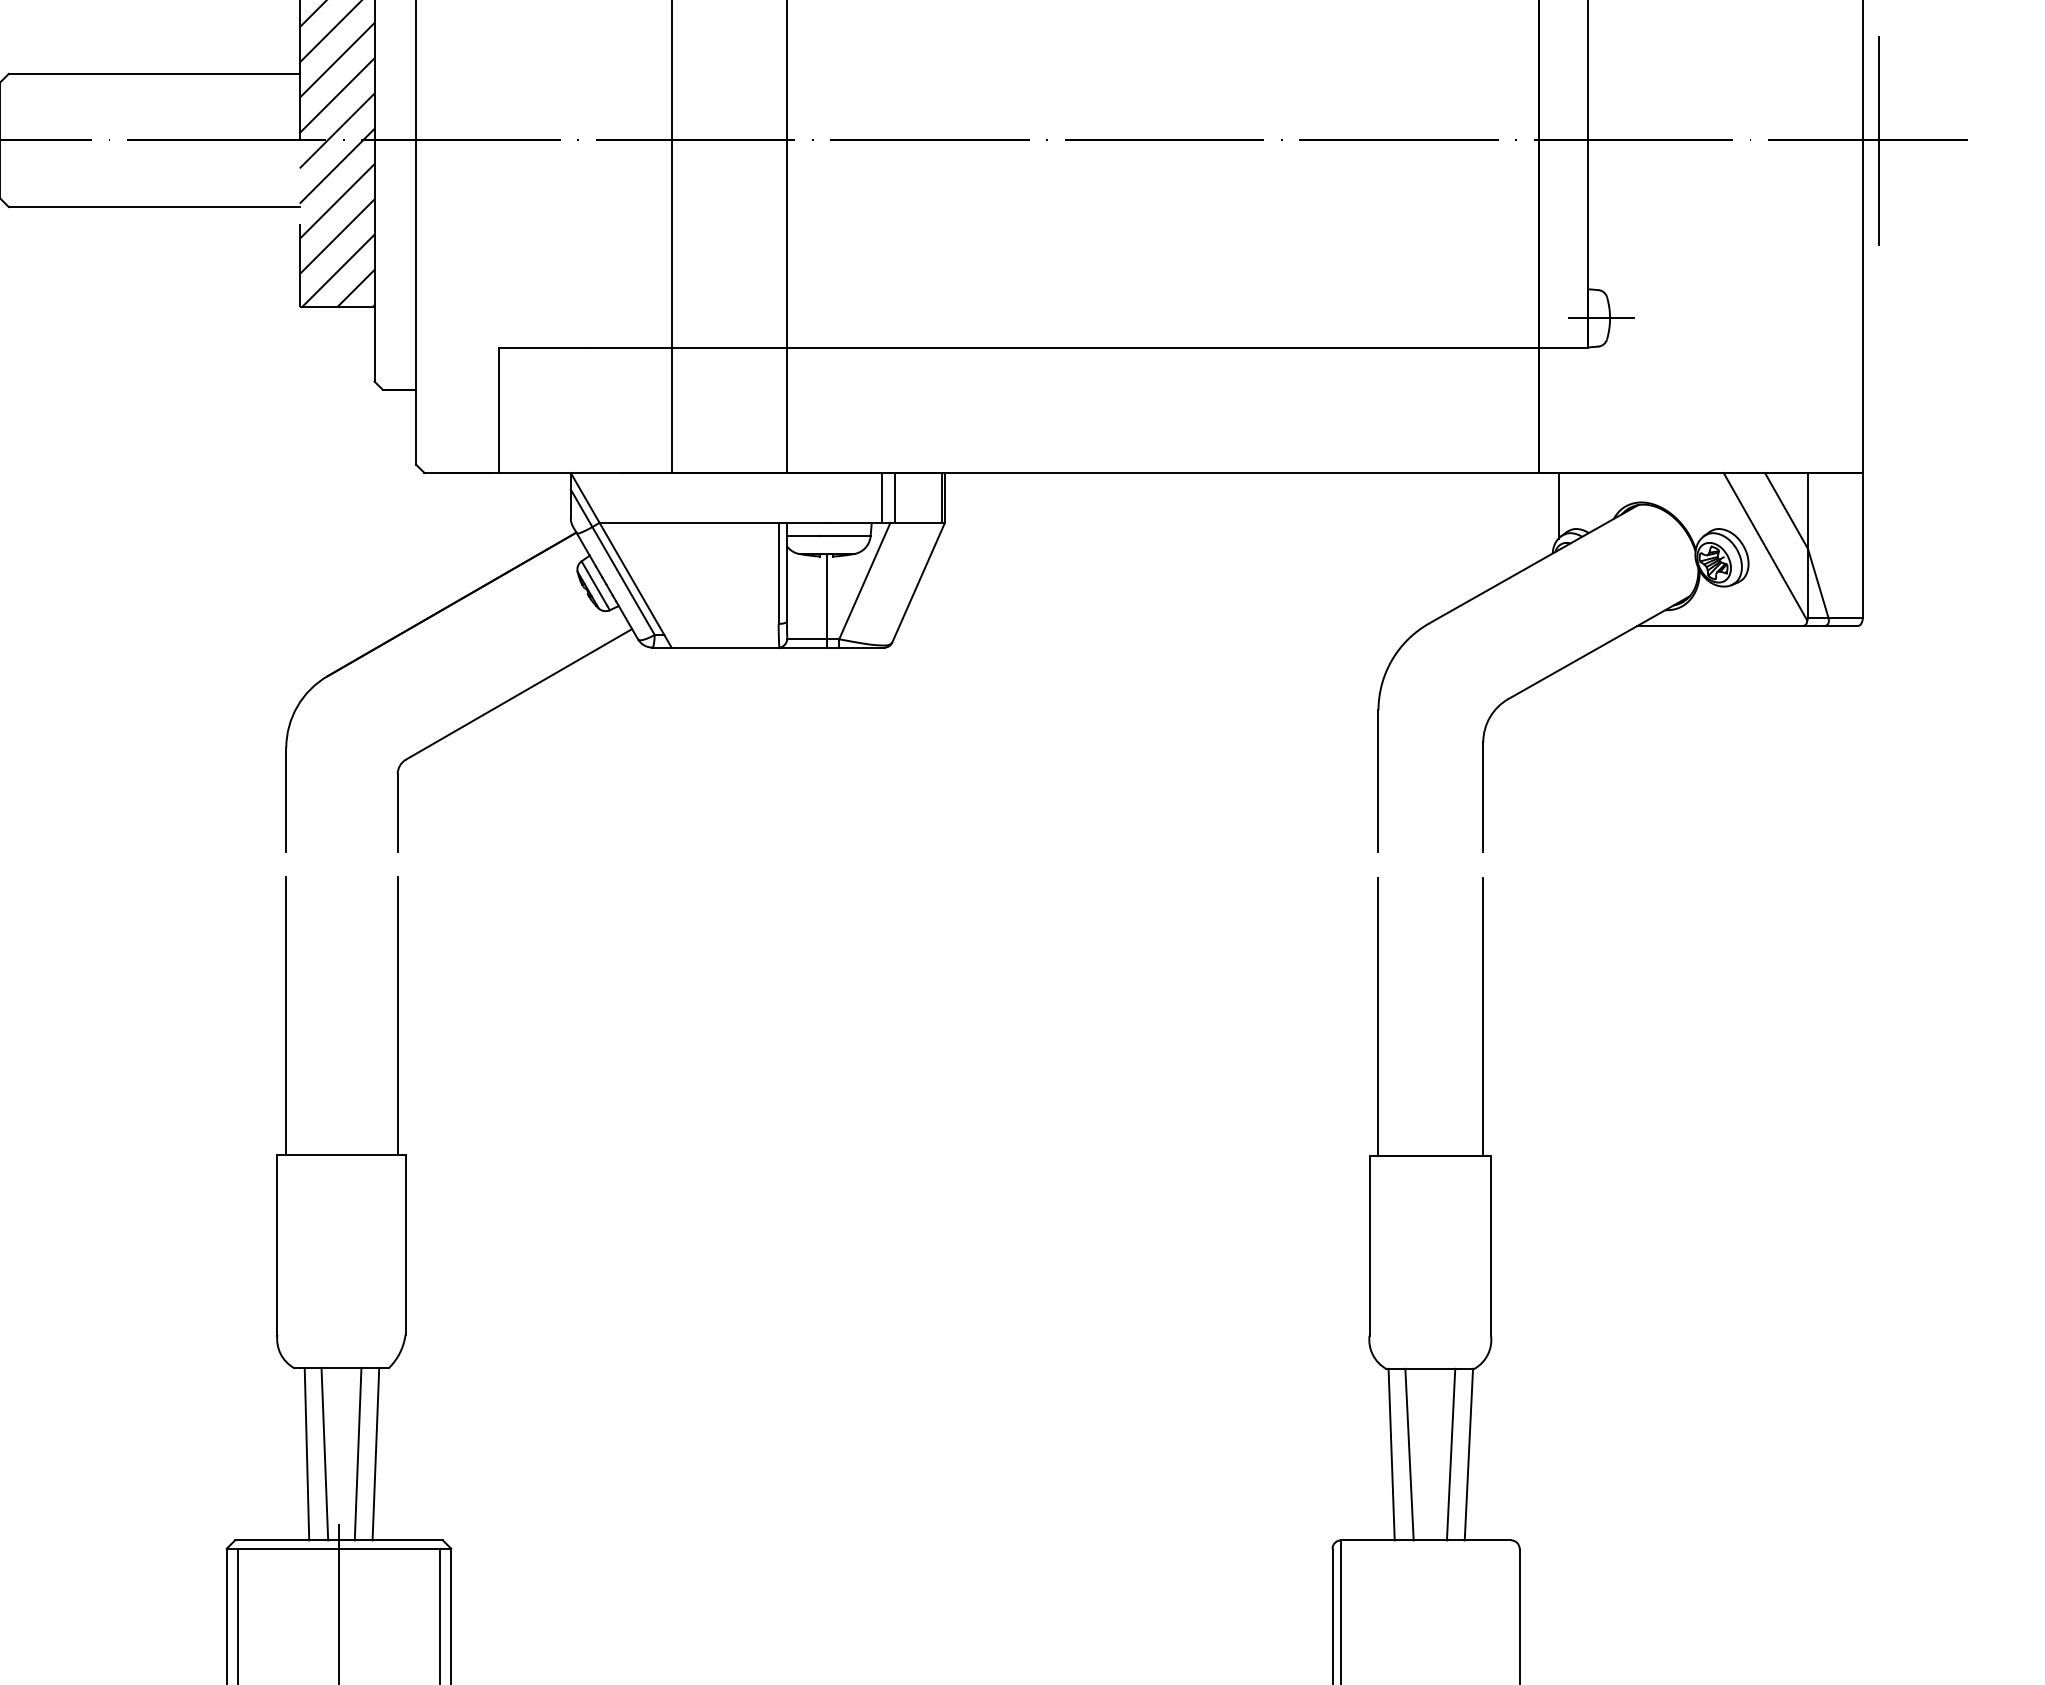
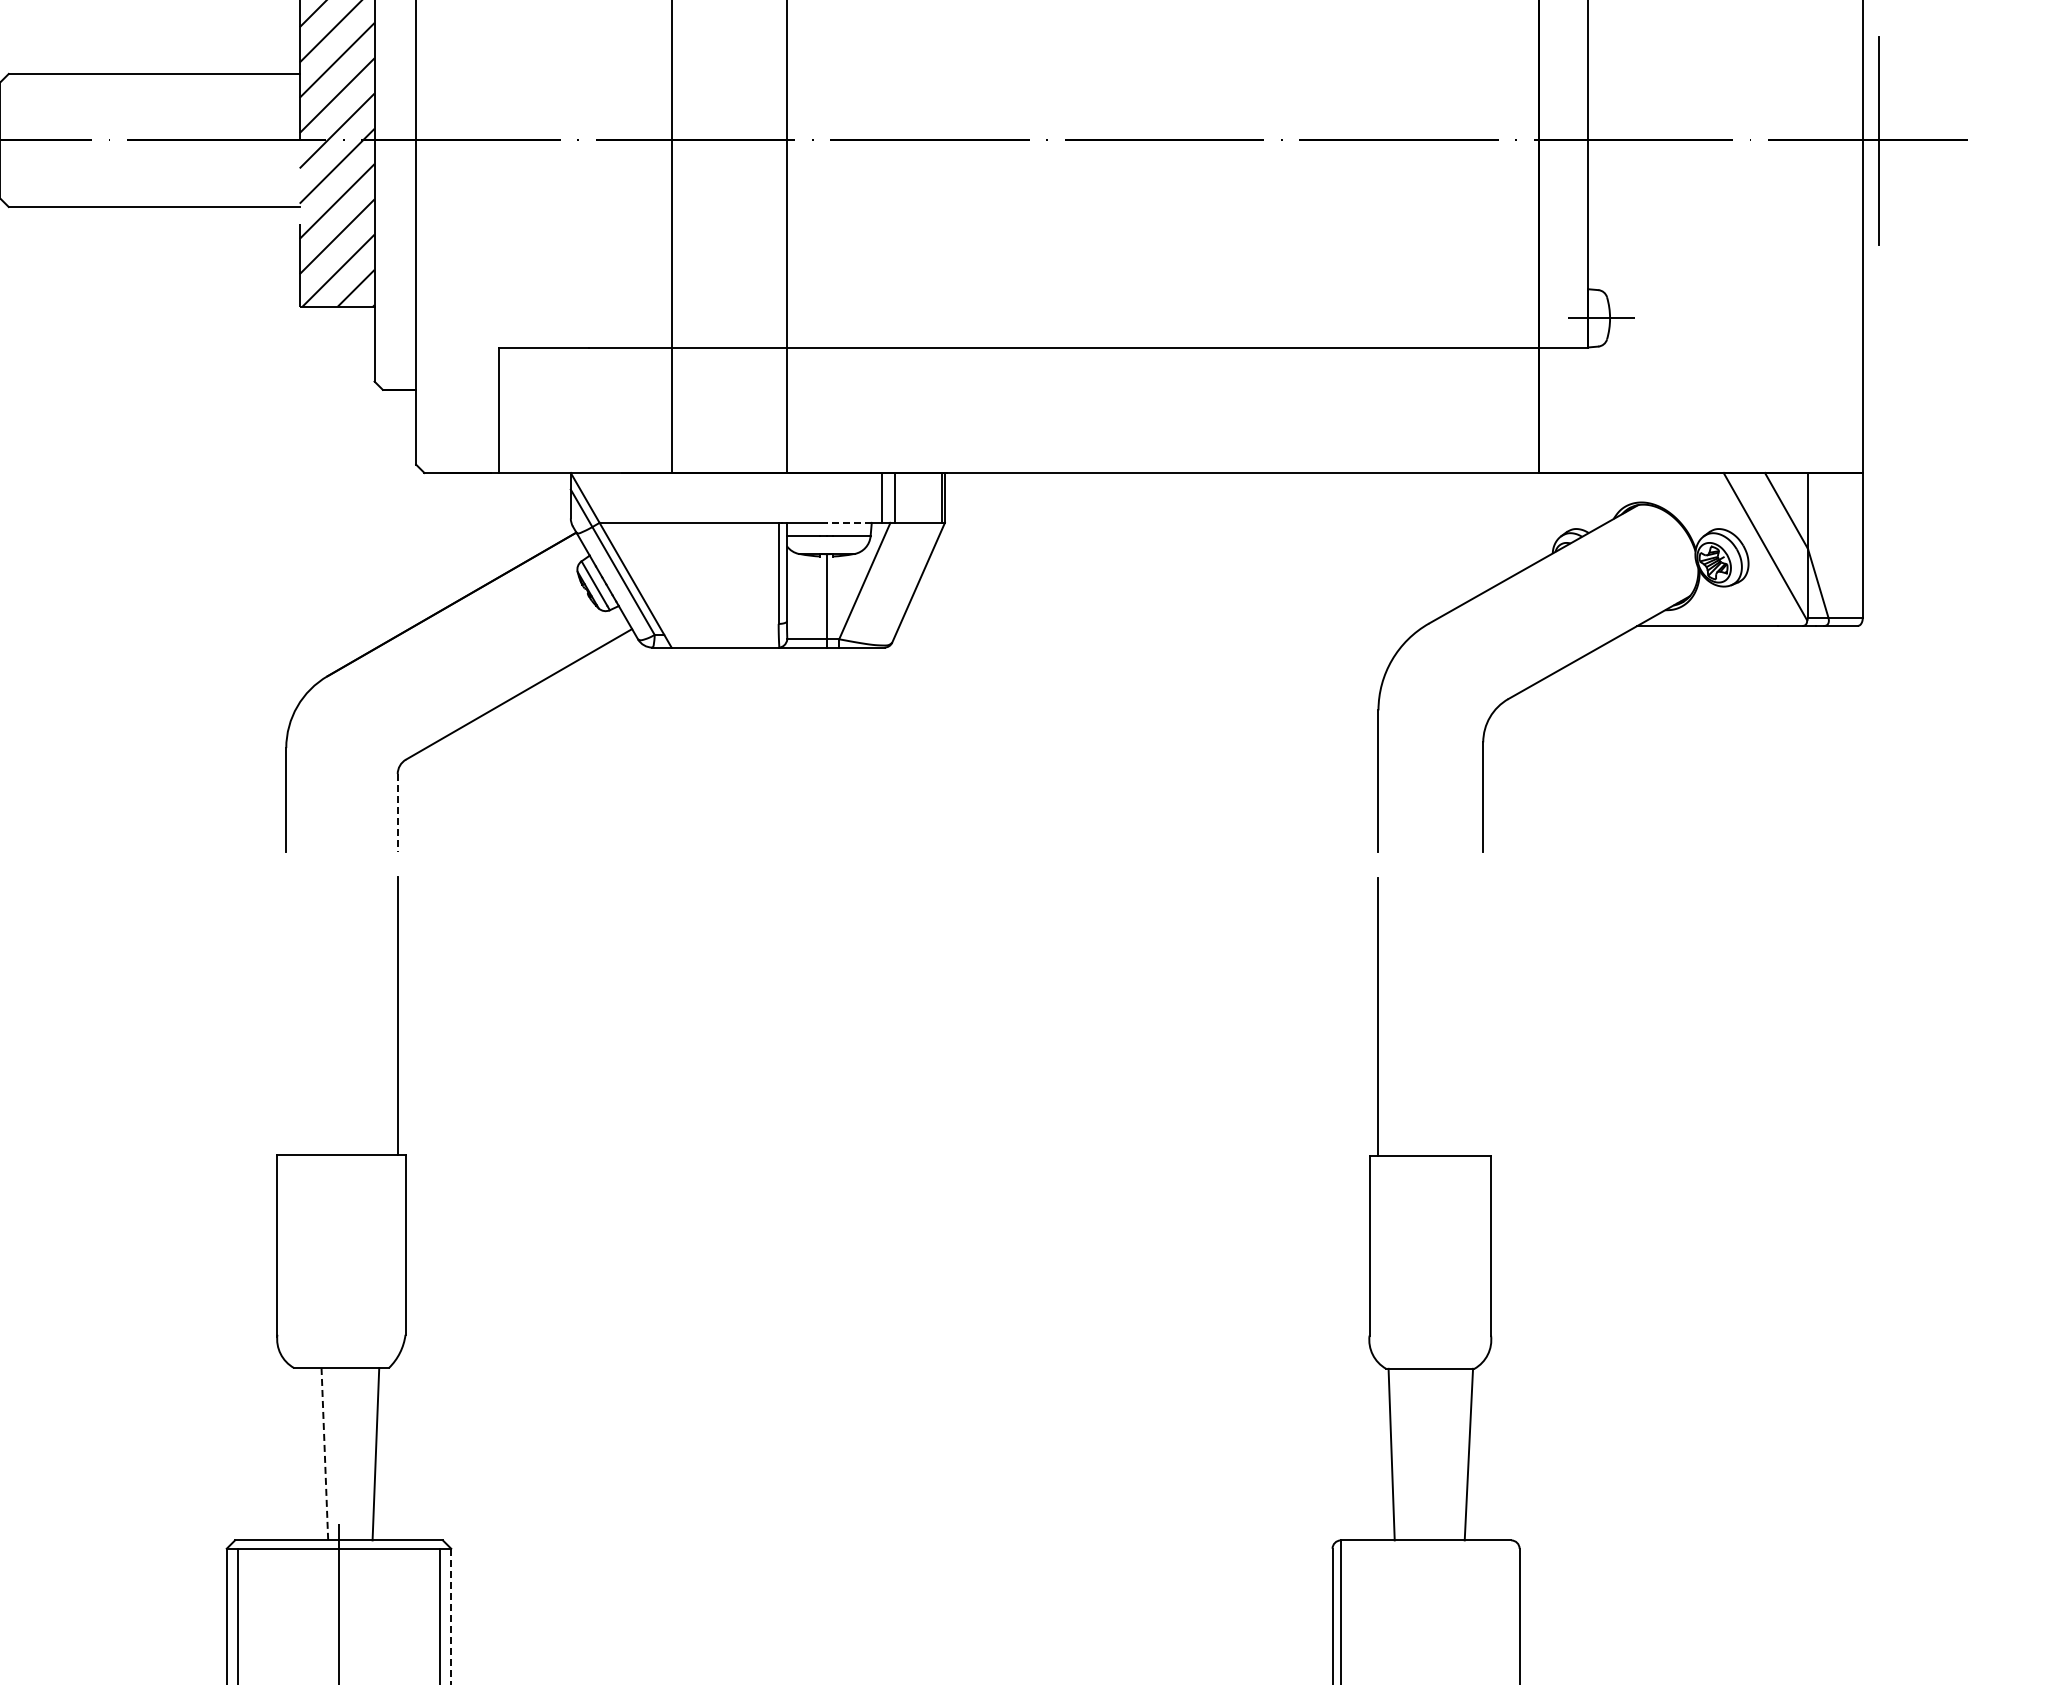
line at (1558, 505): present -> none
line at (848, 522): solid -> dashed
line at (397, 813): solid -> dashed
line at (286, 1015): present -> none
line at (1483, 1016): present -> none
line at (306, 1453): present -> none
line at (357, 1453): present -> none
line at (324, 1454): solid -> dashed
line at (1409, 1454): present -> none
line at (1450, 1454): present -> none
line at (451, 1616): solid -> dashed
